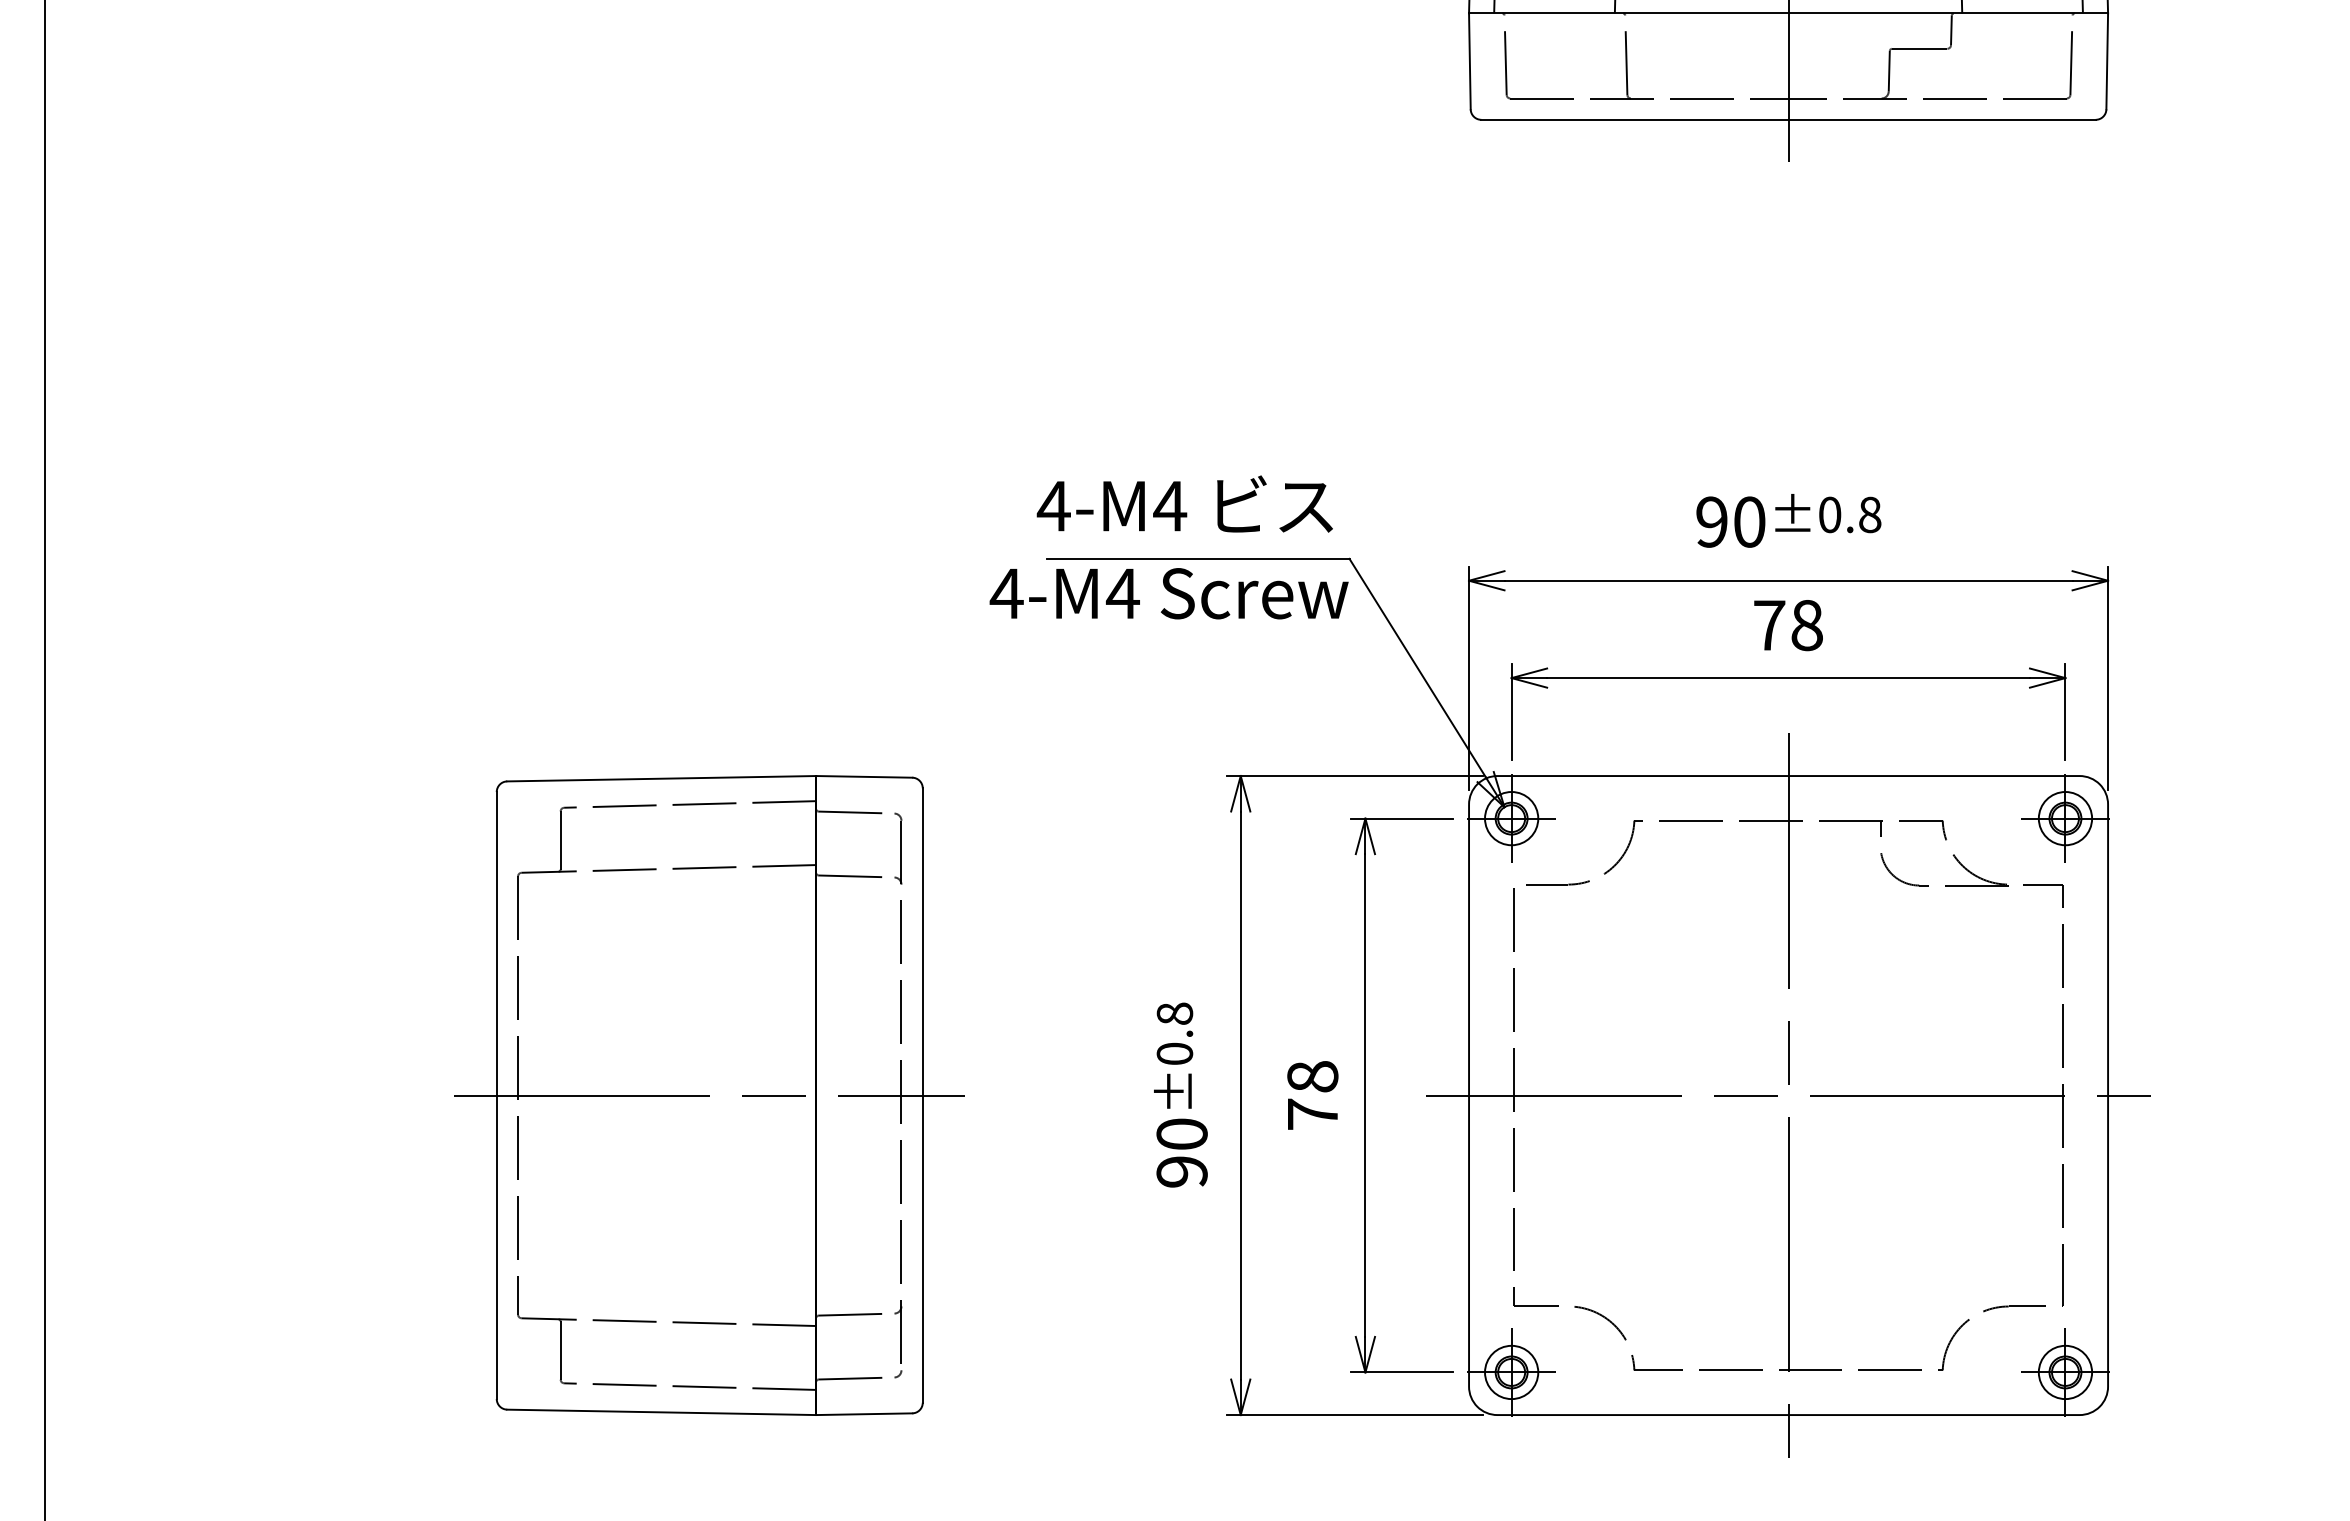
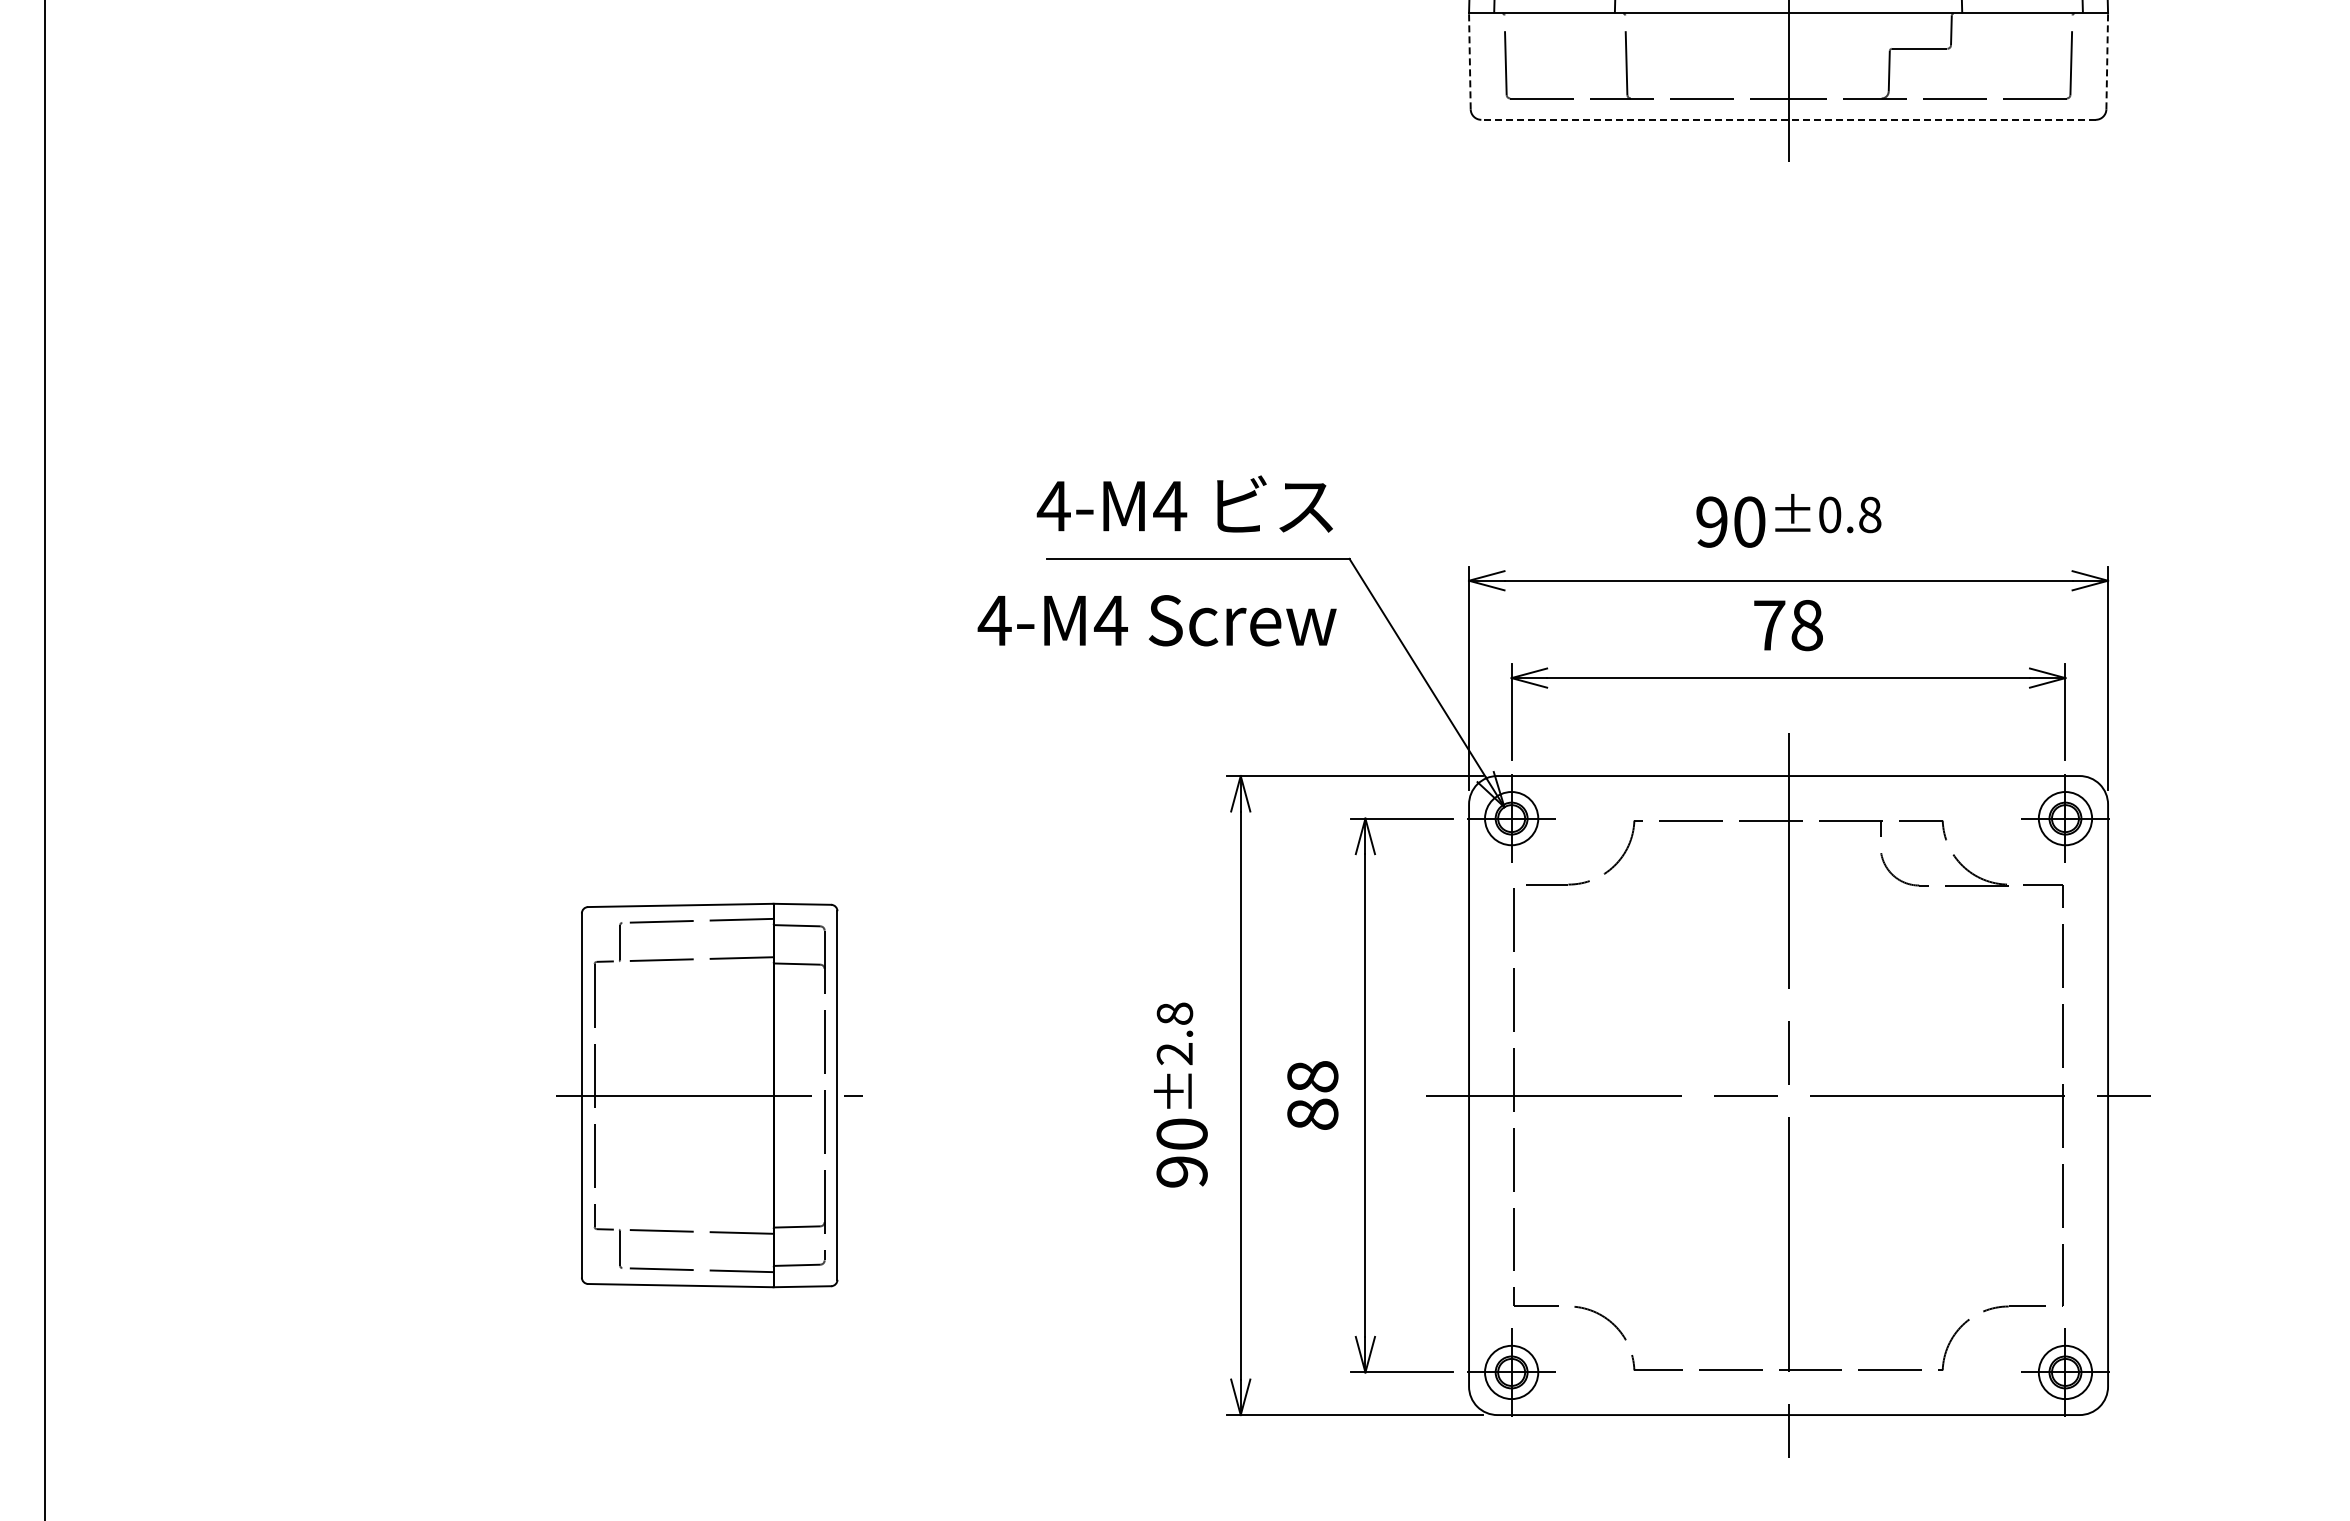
line at (1469, 60): solid -> dashed
line at (2107, 60): solid -> dashed
line at (1788, 119): solid -> dashed
text at (1168, 593) position: (1168, 593) -> (1156, 620)
text at (1174, 1053): ±0.8 -> ±2.8
part at (709, 1095) size: 511x641 px -> 307x387 px
text at (1312, 1113): 78 -> 88
